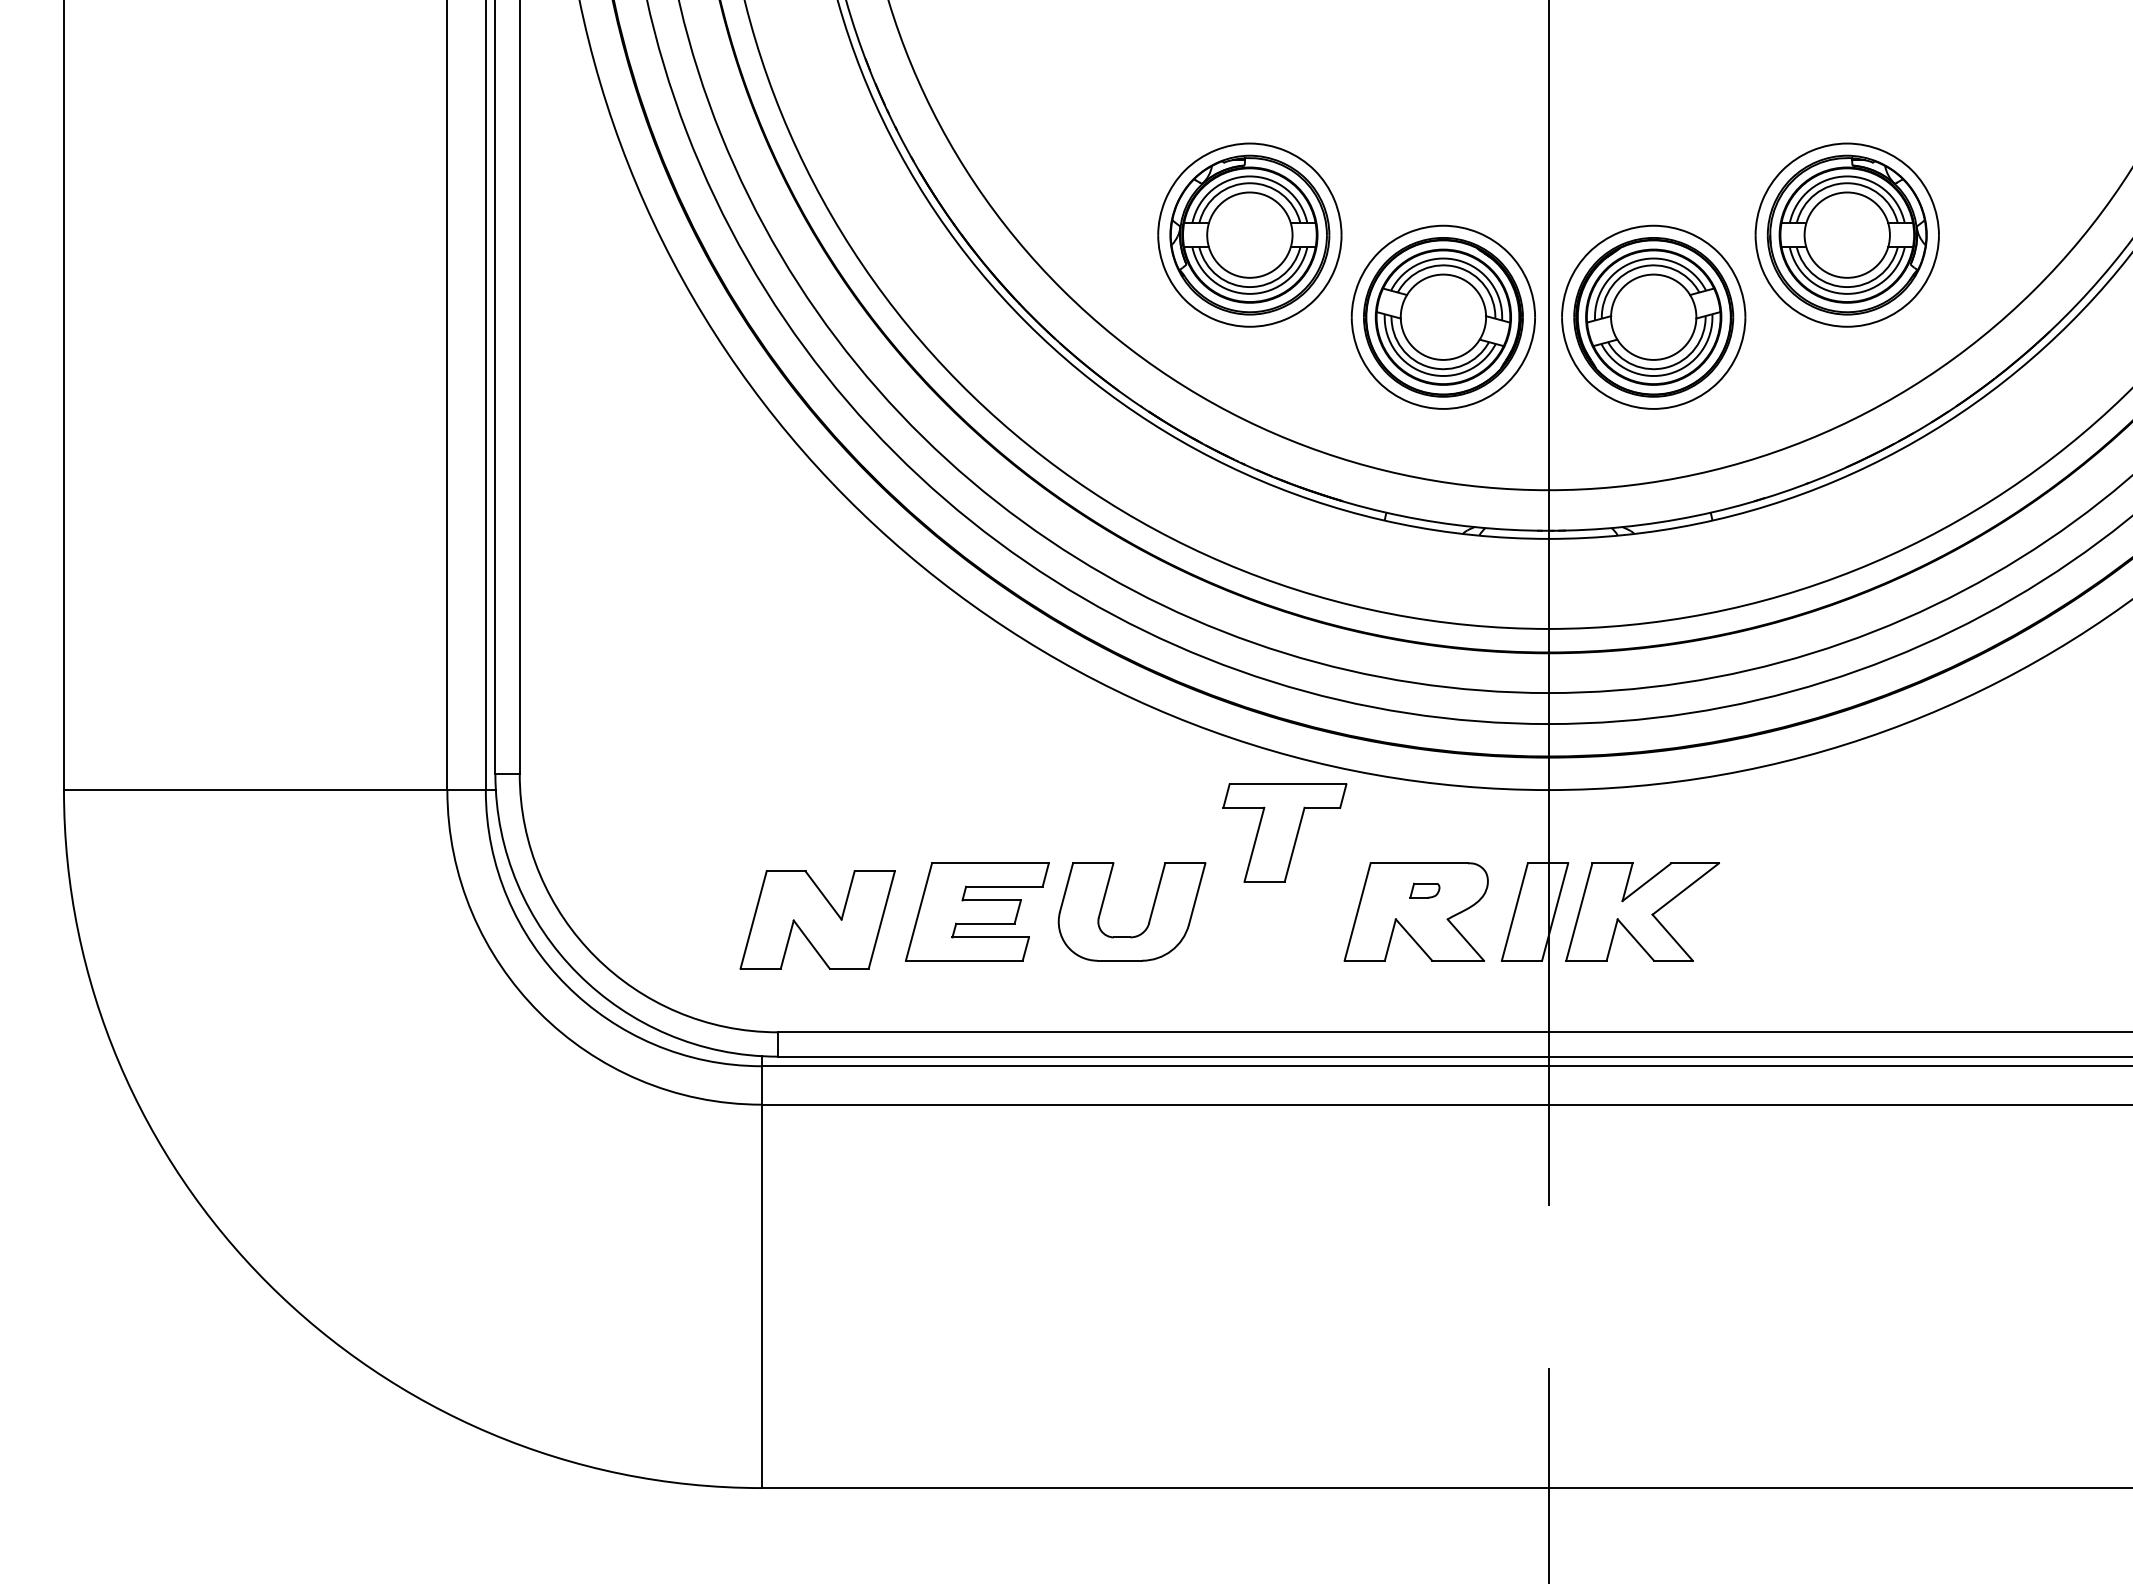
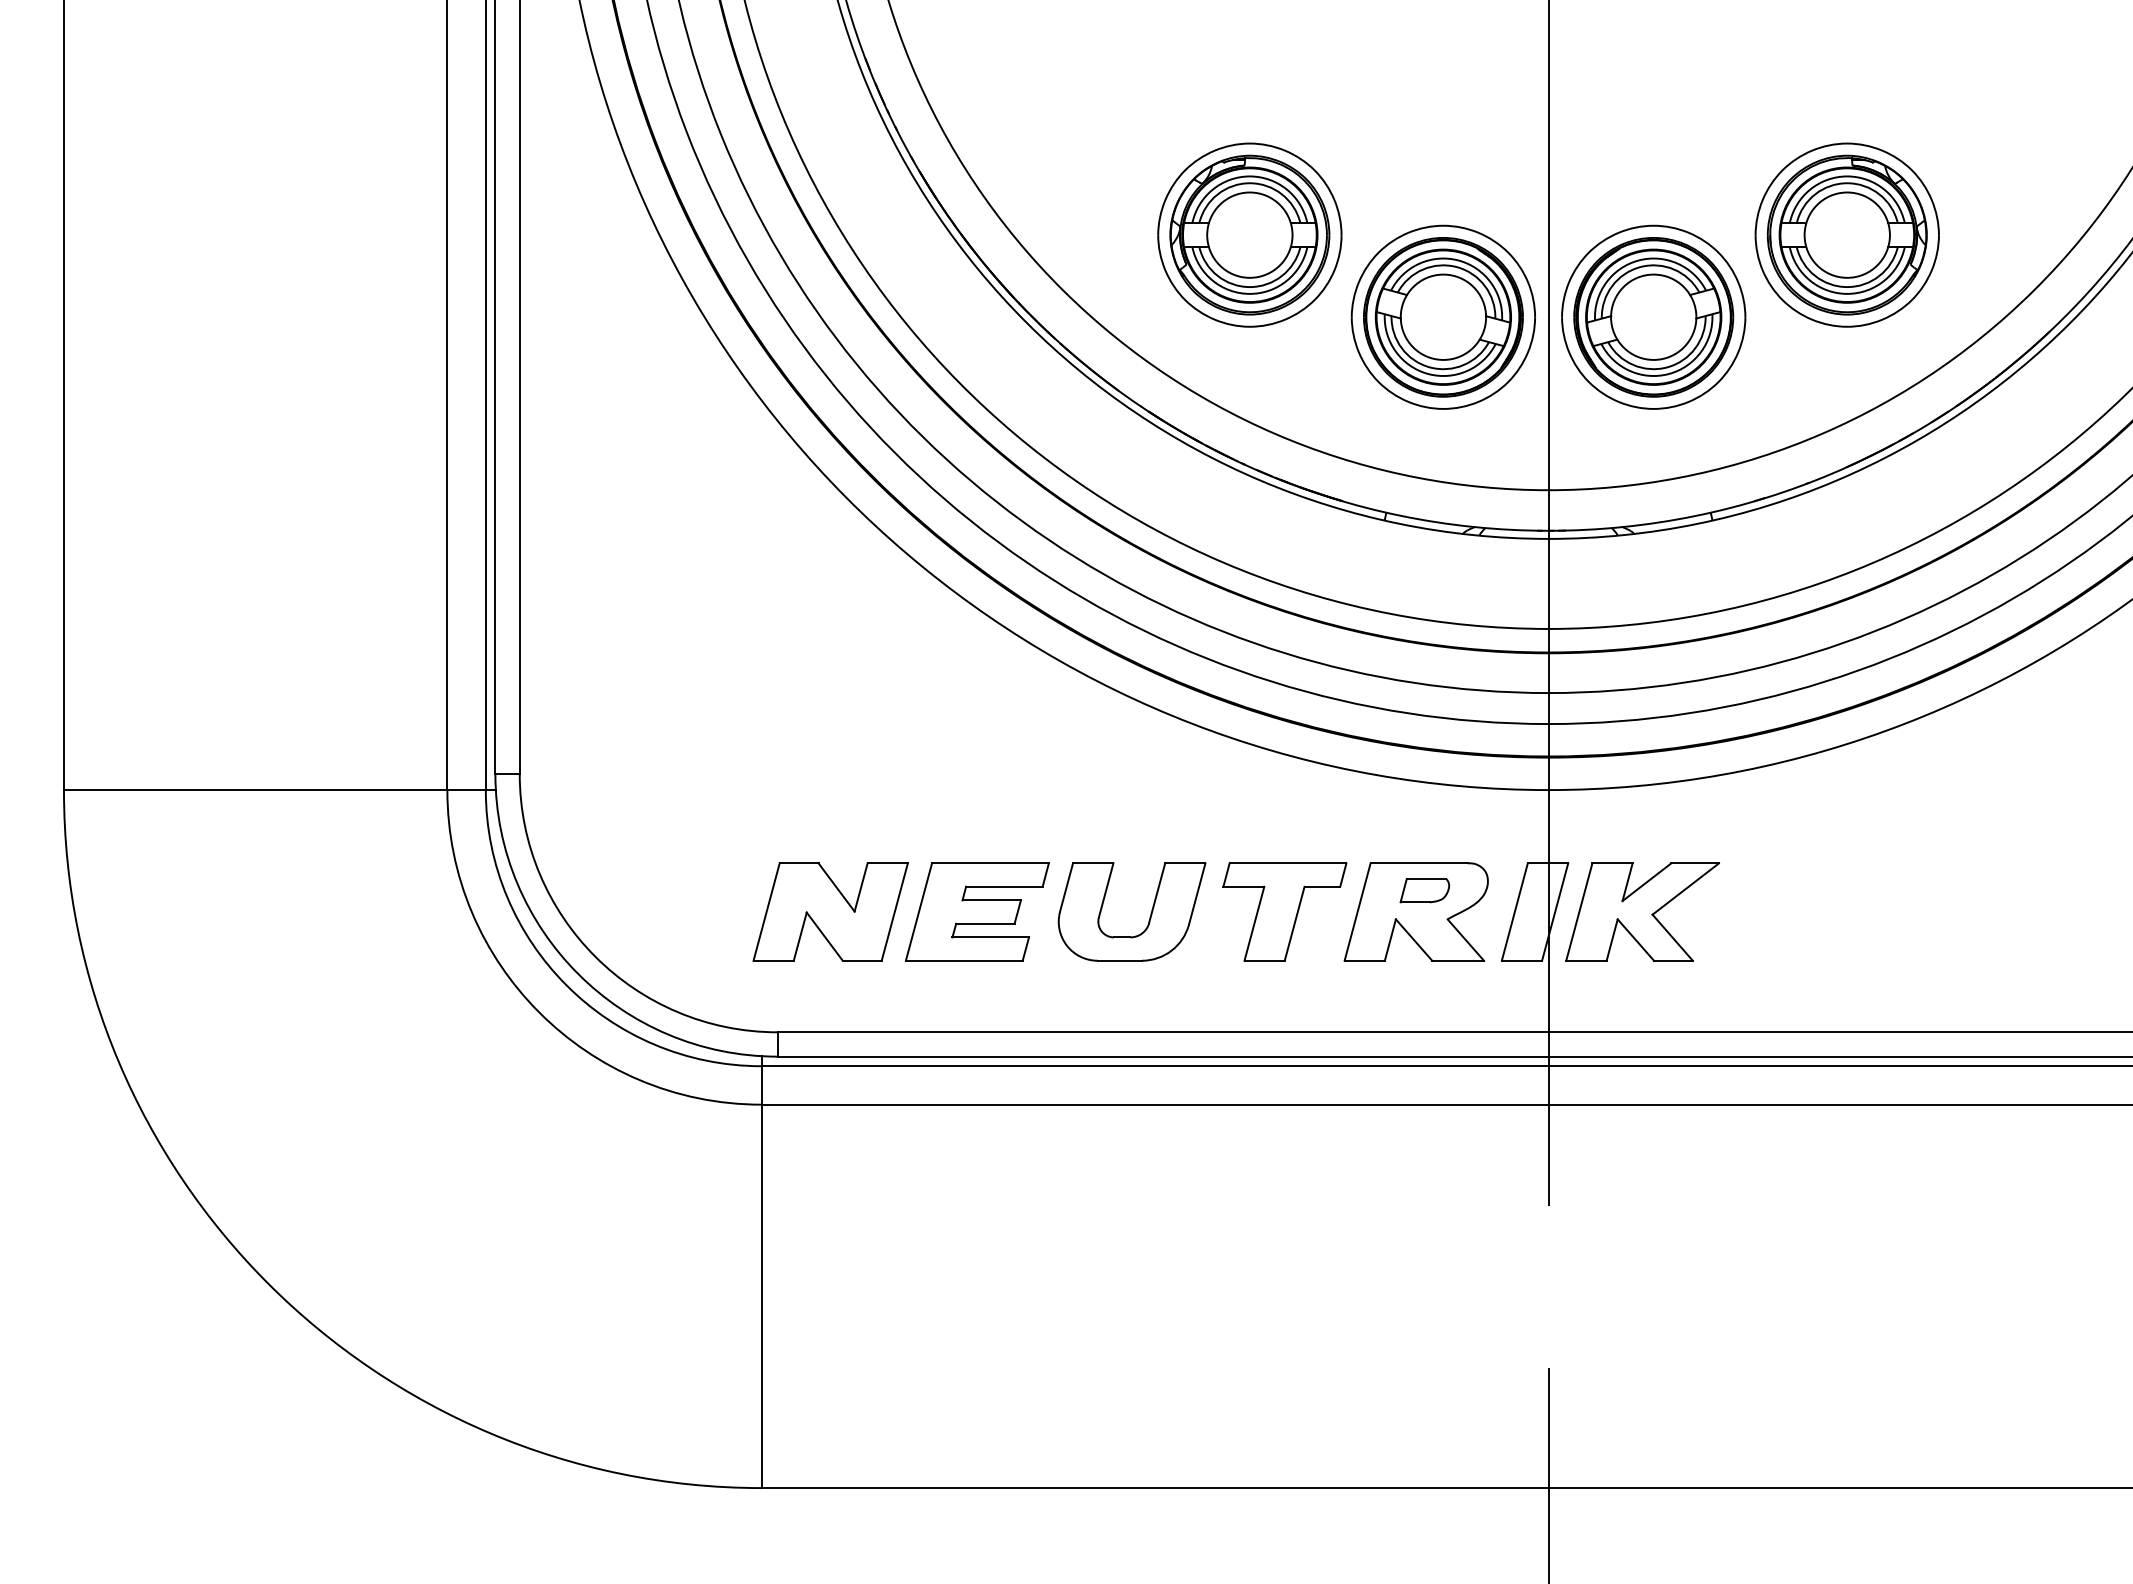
part at (1284, 832) position: (1284, 832) -> (1284, 911)
part at (1424, 890) size: 32x17 px -> 52x26 px
part at (817, 919) position: (817, 919) -> (830, 911)
